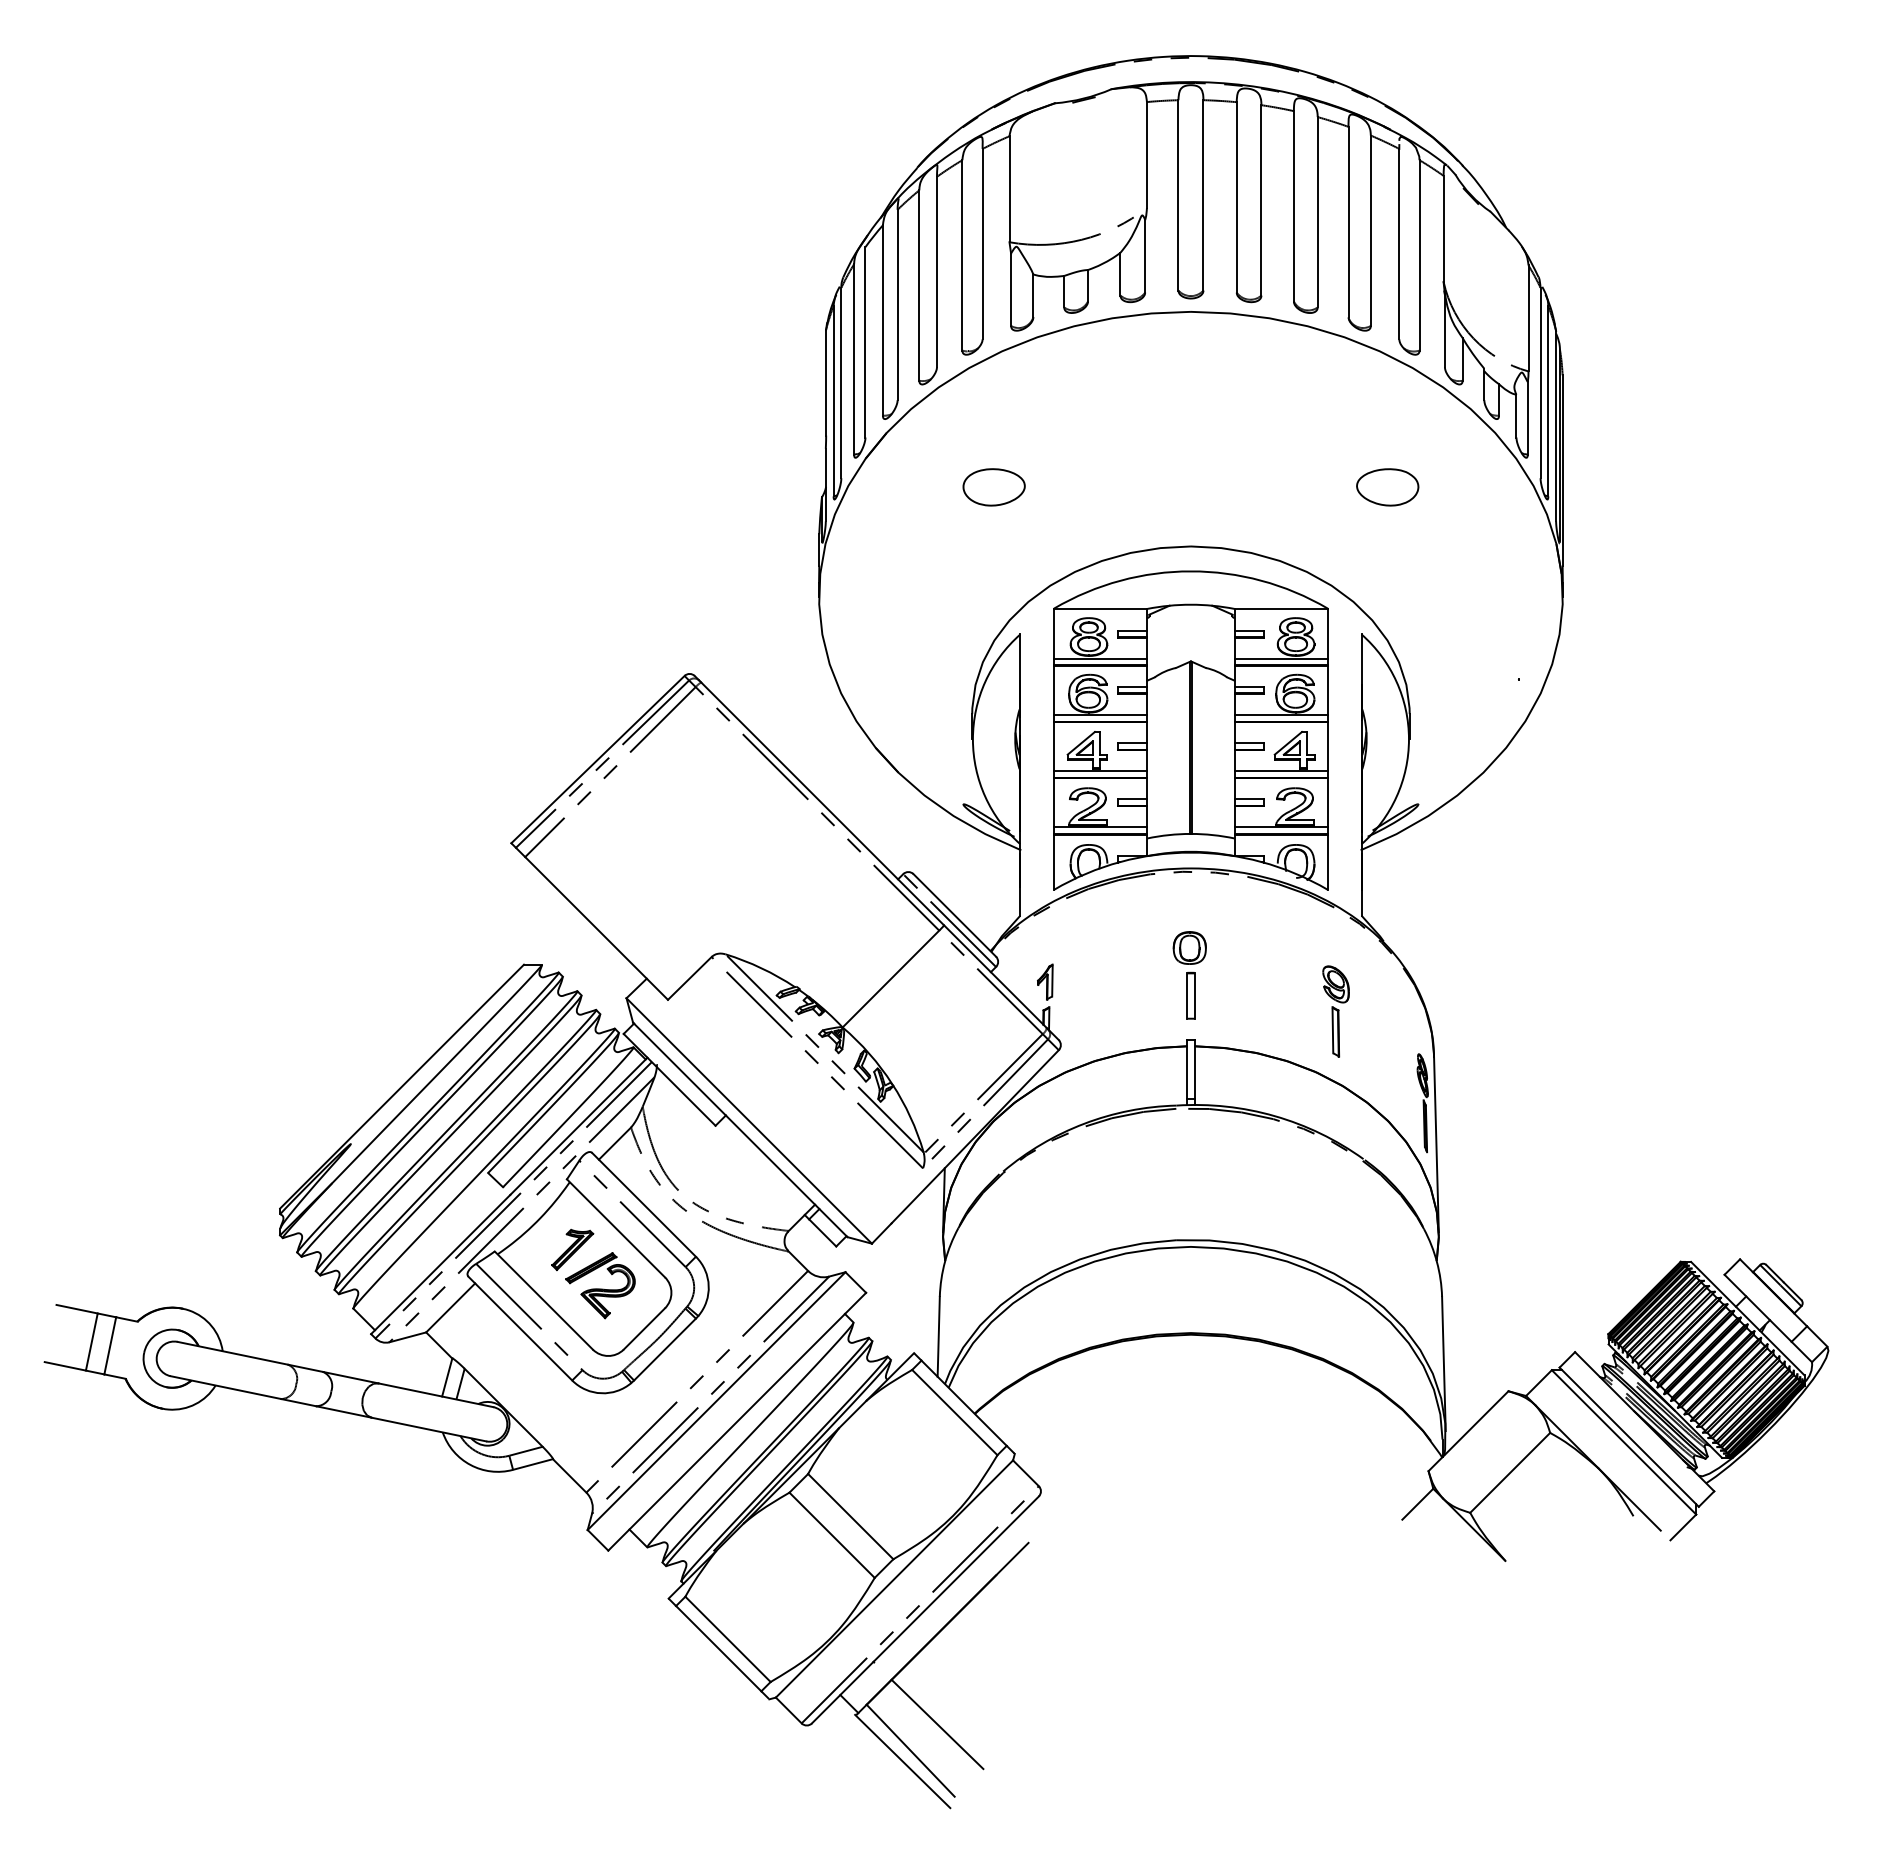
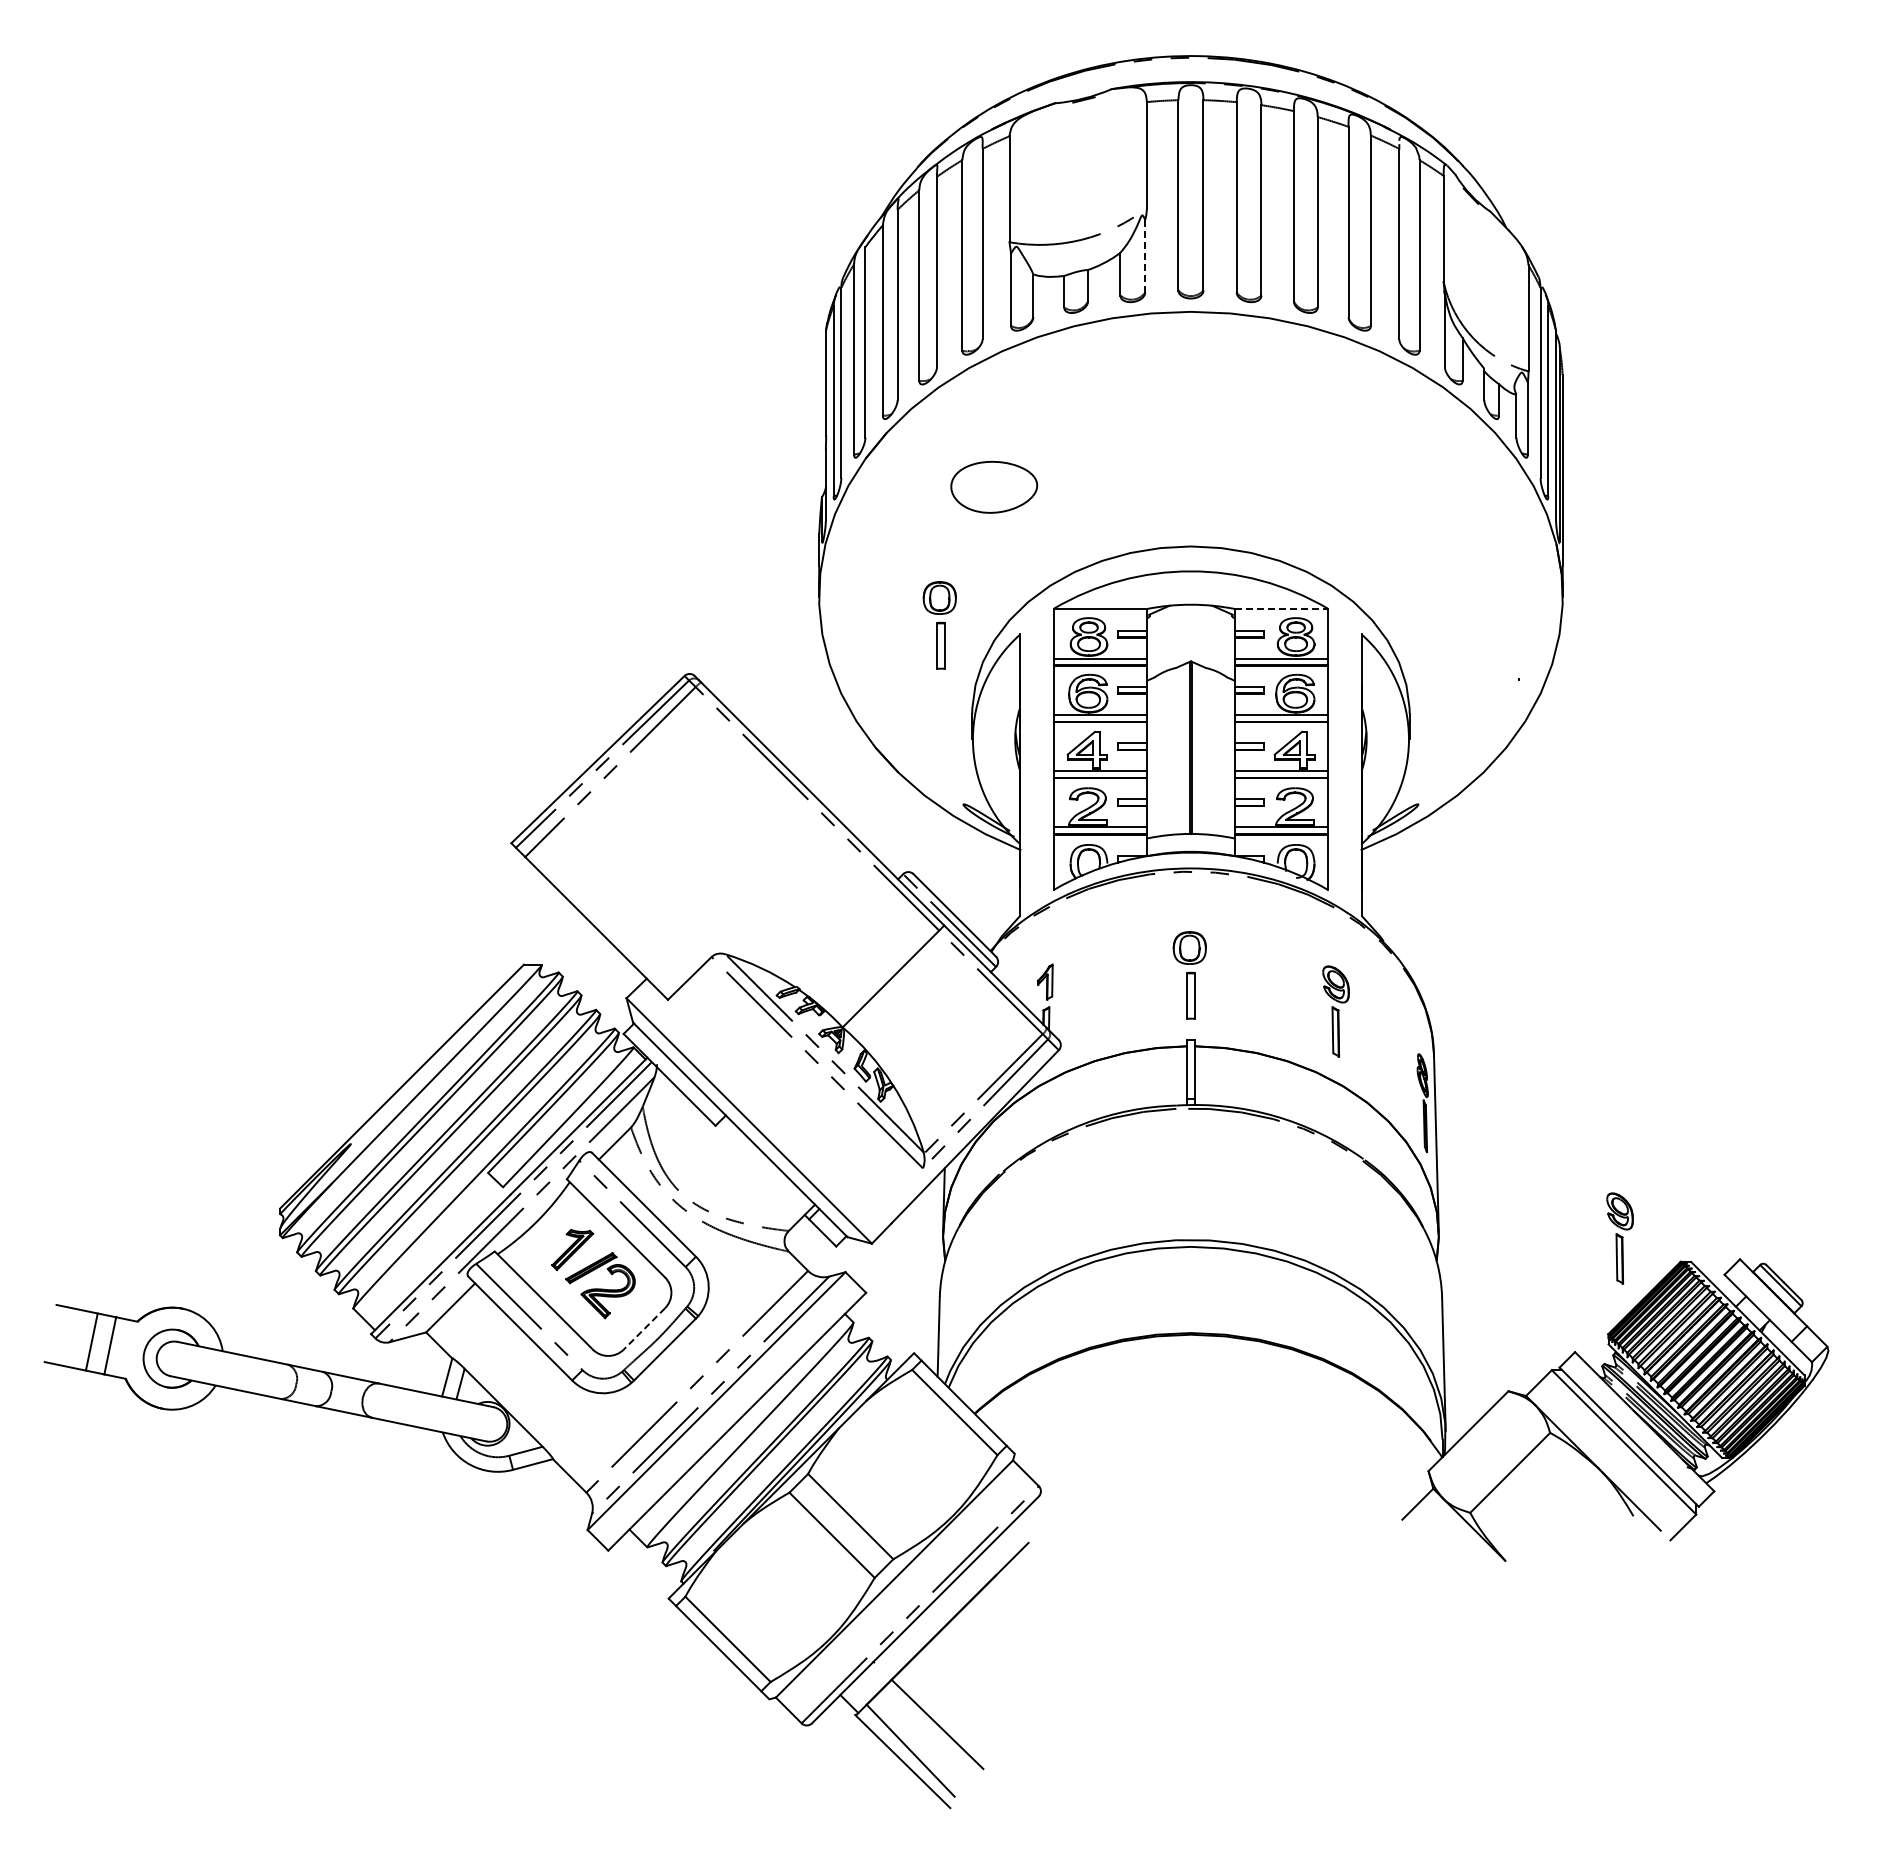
line at (1145, 256): solid -> dashed
part at (993, 487) size: 64x39 px -> 89x54 px
part at (1387, 487): present -> none
line at (1281, 608): solid -> dashed
part at (939, 625): none -> present
part at (1619, 1238): none -> present
line at (644, 1329): solid -> dashed
